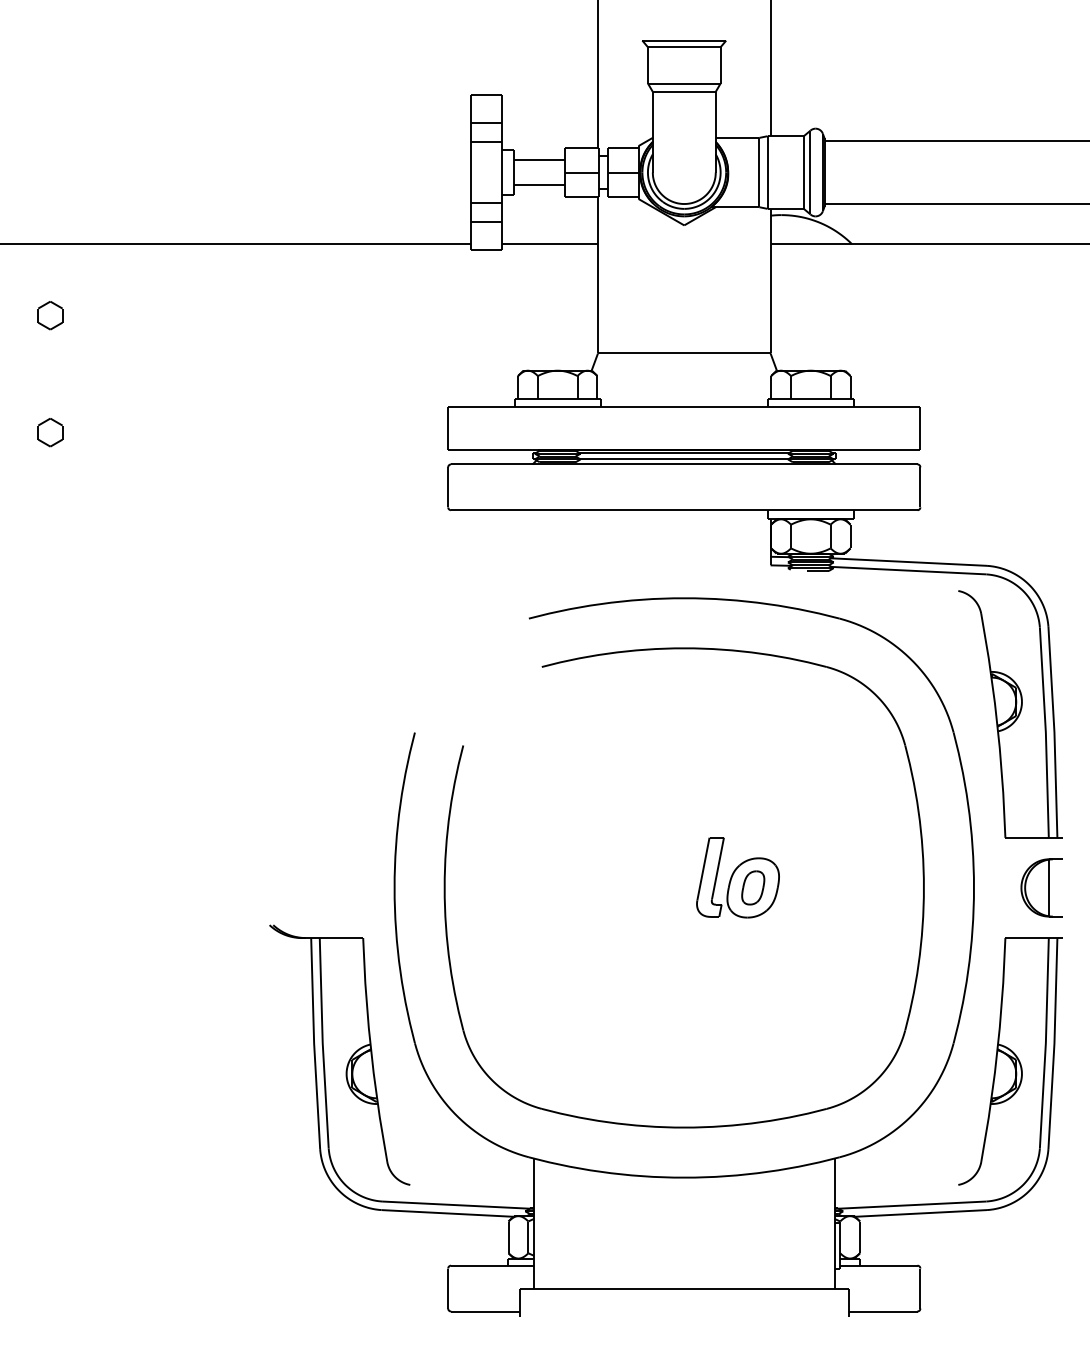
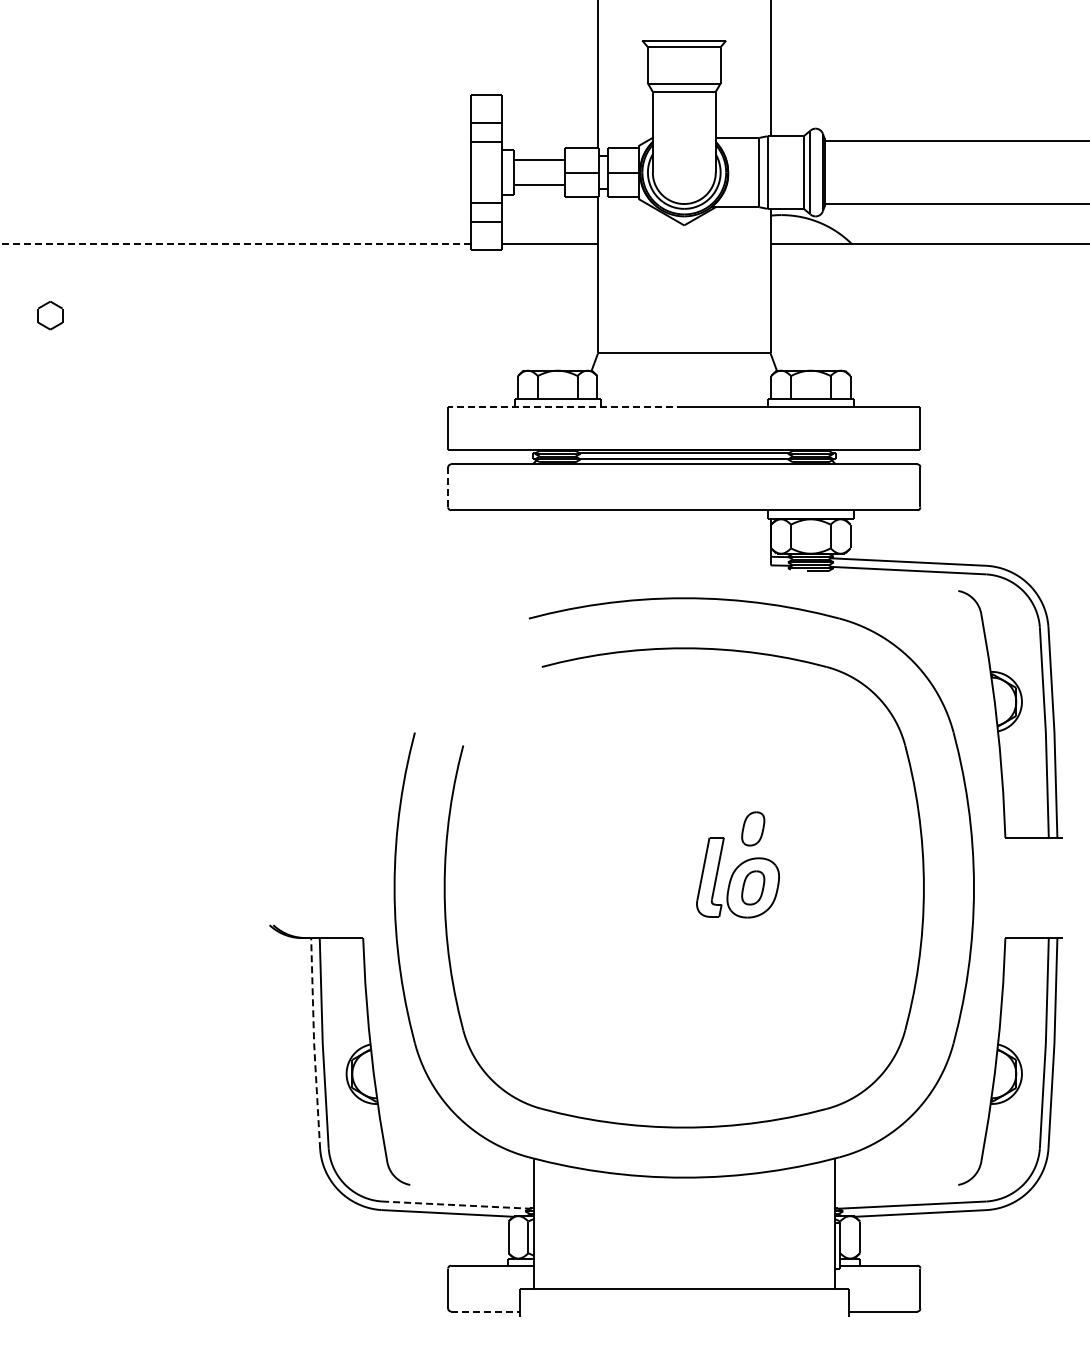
line at (235, 244): solid -> dashed
line at (565, 407): solid -> dashed
part at (50, 432): present -> none
line at (448, 486): solid -> dashed
part at (753, 828): none -> present
part at (1041, 887): present -> none
line at (314, 1043): solid -> dashed
line at (458, 1205): solid -> dashed
line at (485, 1311): solid -> dashed
